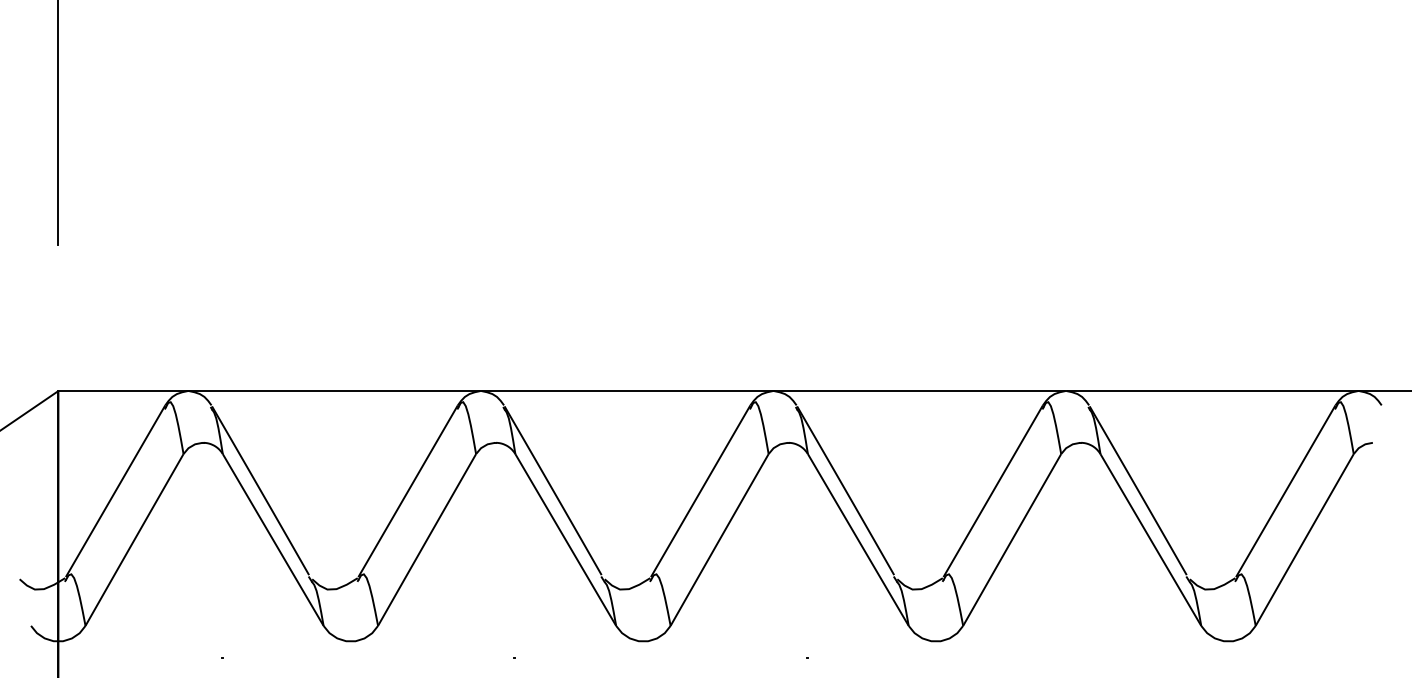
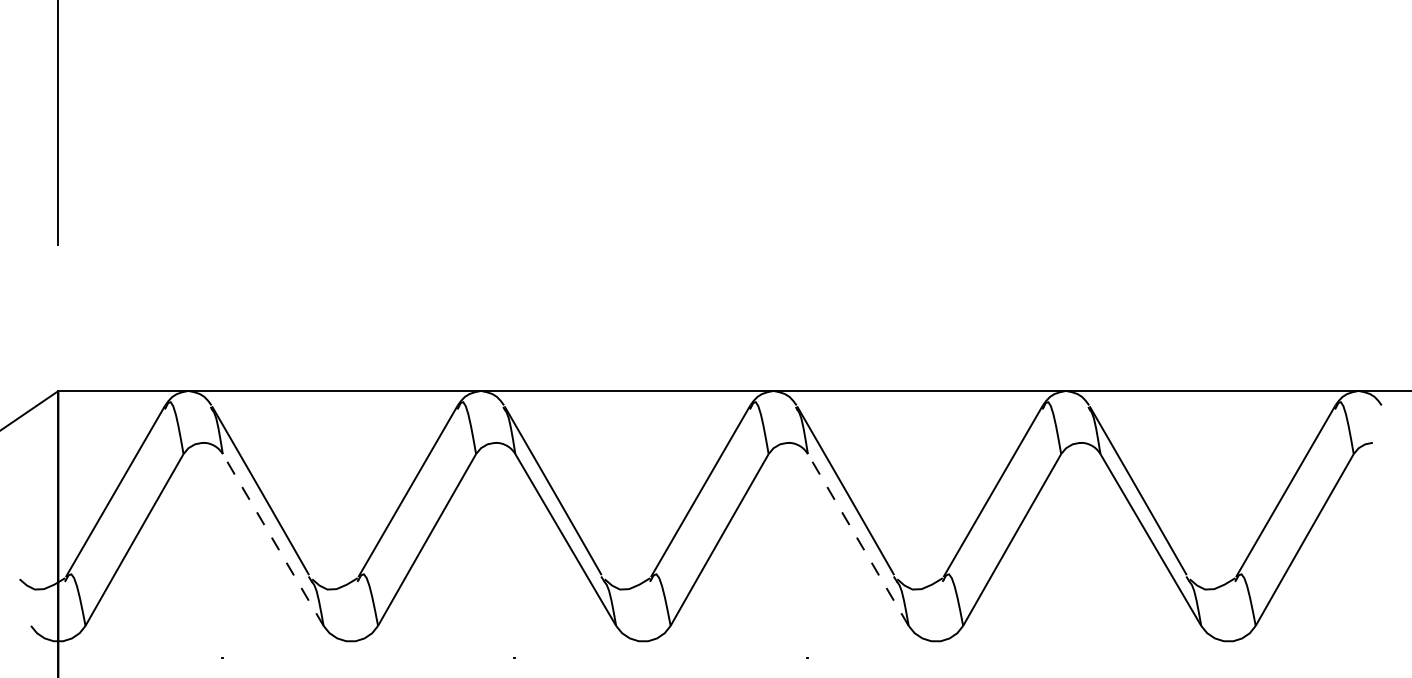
line at (273, 540): solid -> dashed
line at (858, 540): solid -> dashed
